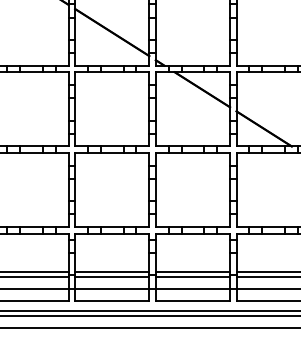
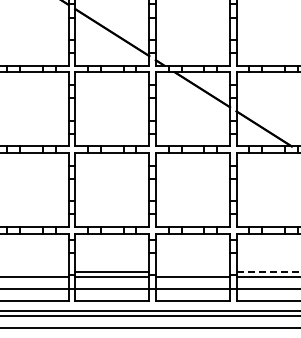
line at (35, 272): present -> none
line at (192, 272): present -> none
line at (269, 272): solid -> dashed
